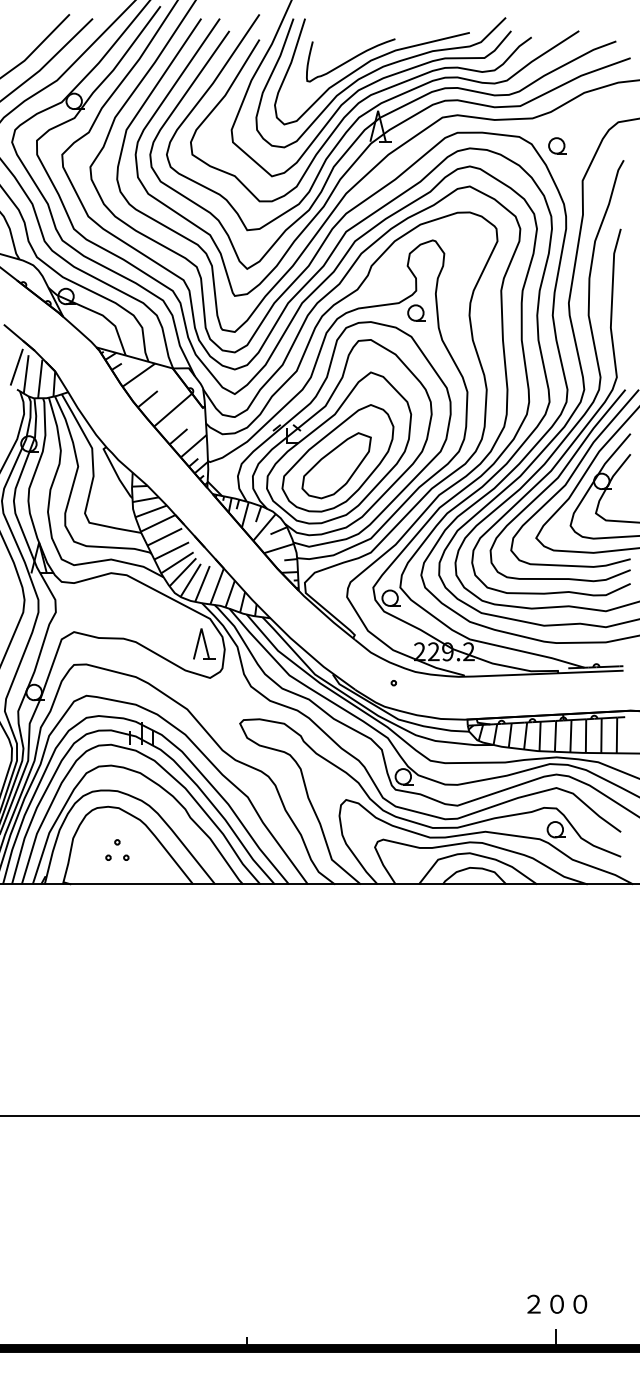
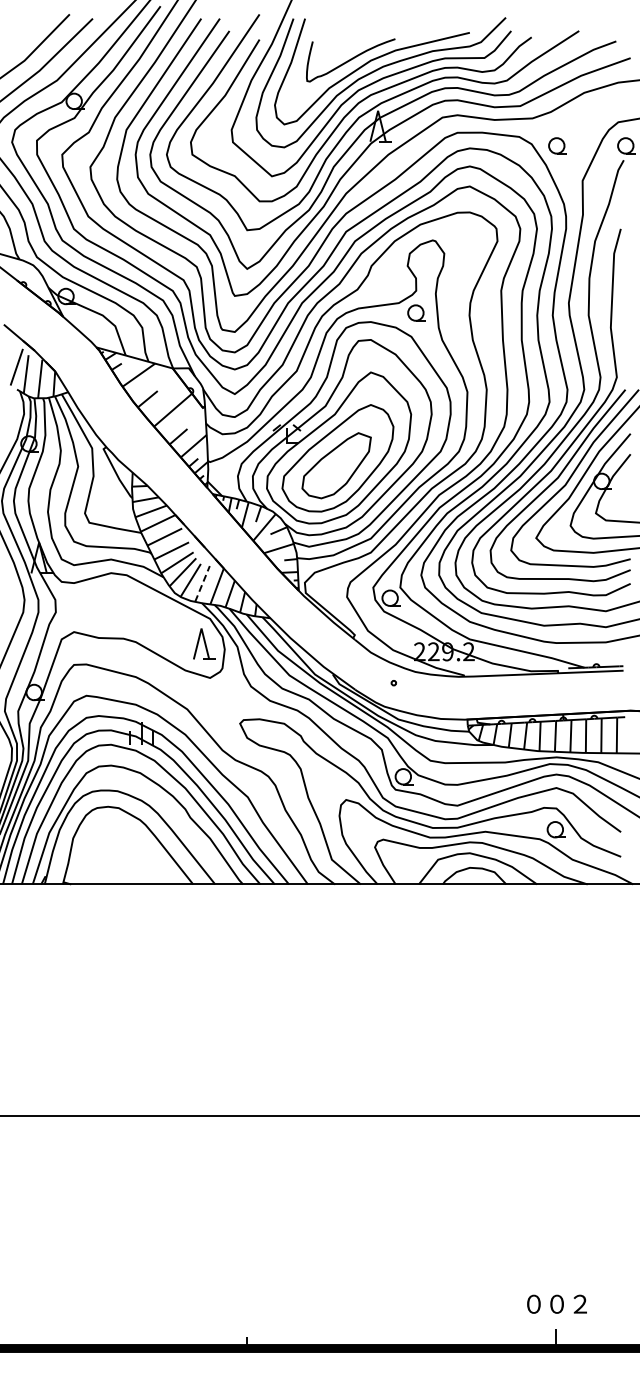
part at (626, 145): none -> present
line at (202, 583): solid -> dashed
part at (117, 849): present -> none
text at (533, 1304): ２ -> ０
text at (580, 1304): ０ -> ２
